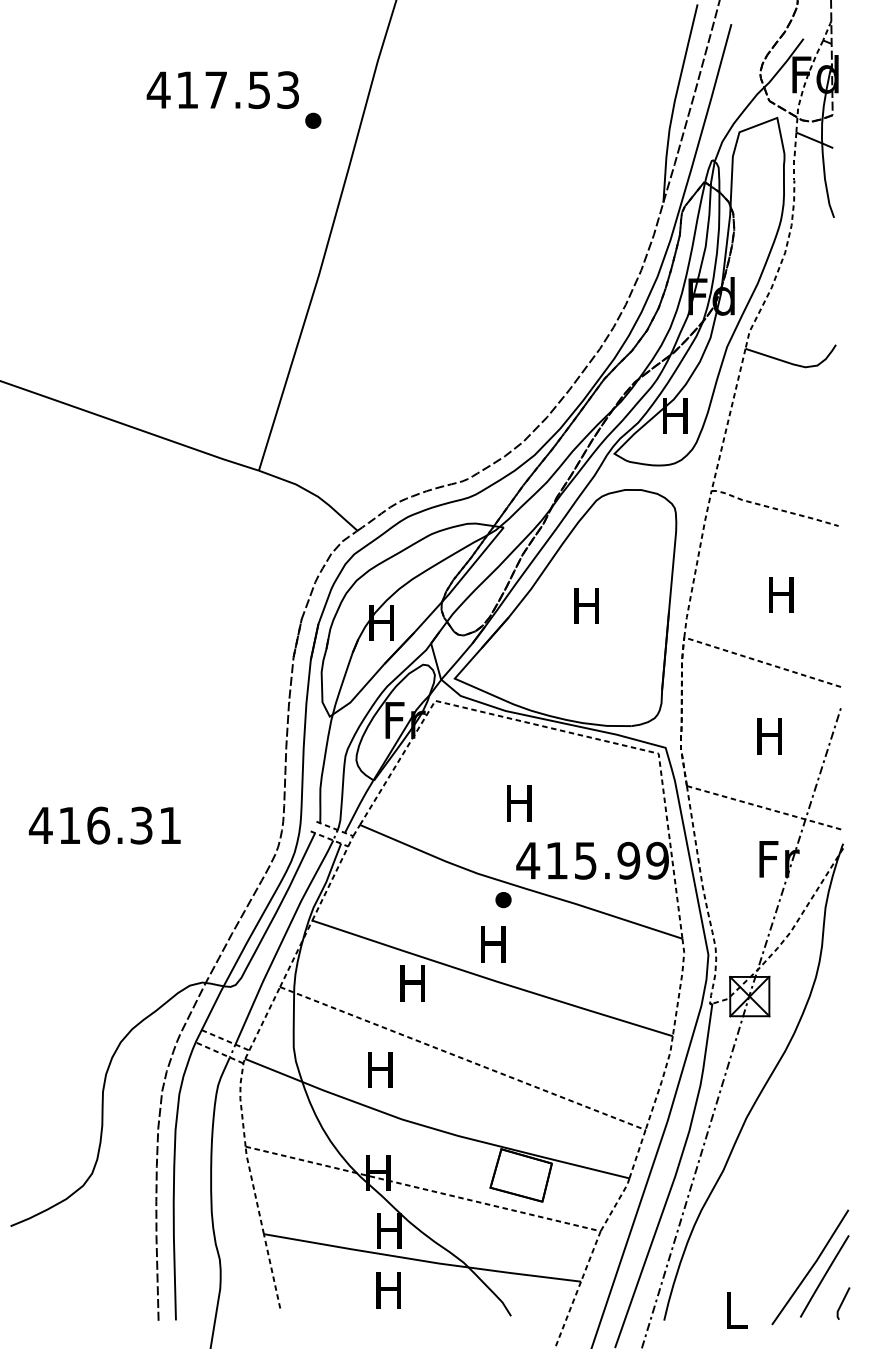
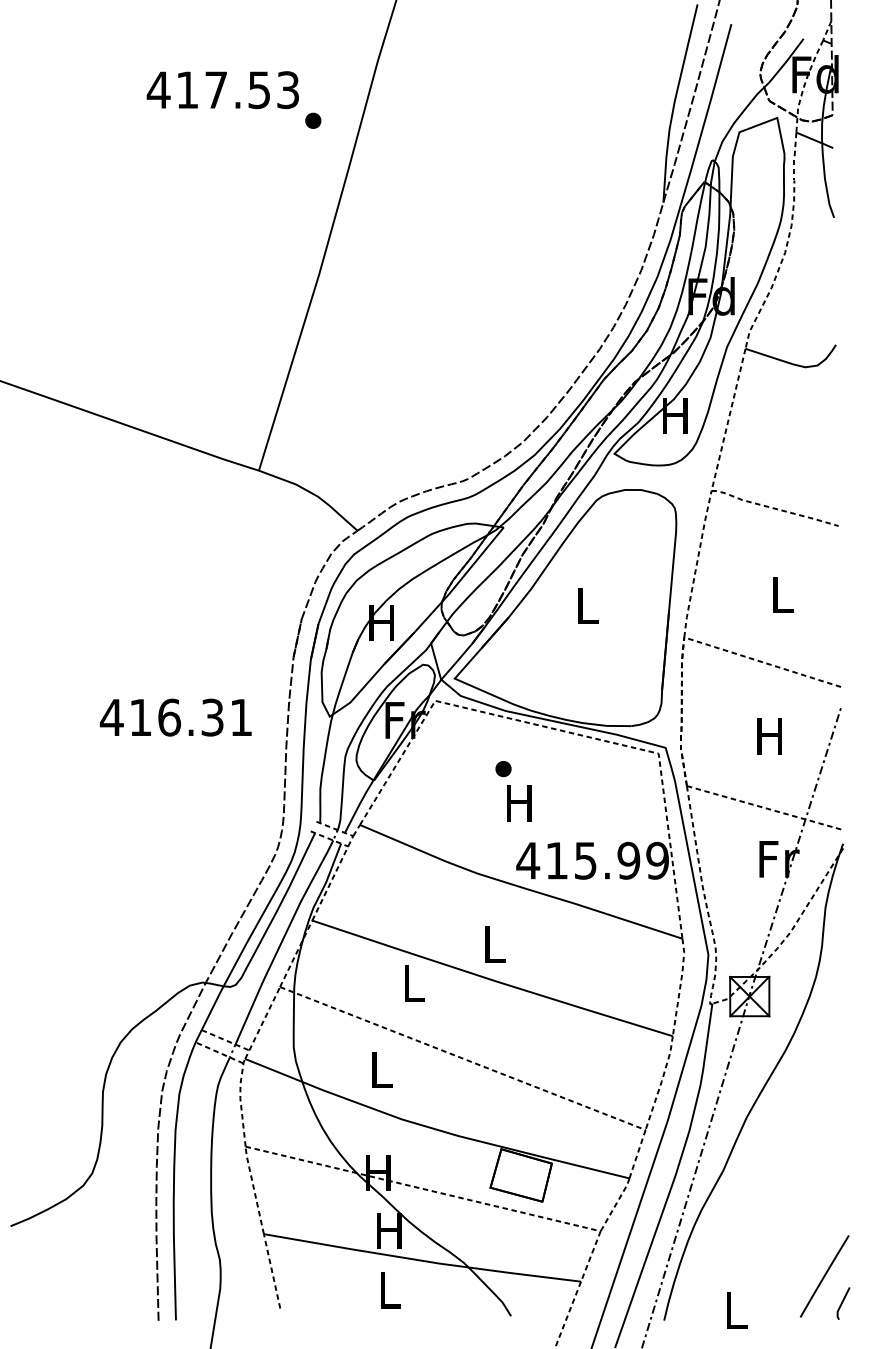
text at (781, 594): H -> L
text at (586, 605): H -> L
text at (104, 825) position: (104, 825) -> (175, 717)
part at (503, 900) position: (503, 900) -> (503, 769)
text at (493, 944): H -> L
text at (412, 983): H -> L
text at (380, 1069): H -> L
line at (810, 1267): present -> none
text at (388, 1290): H -> L
